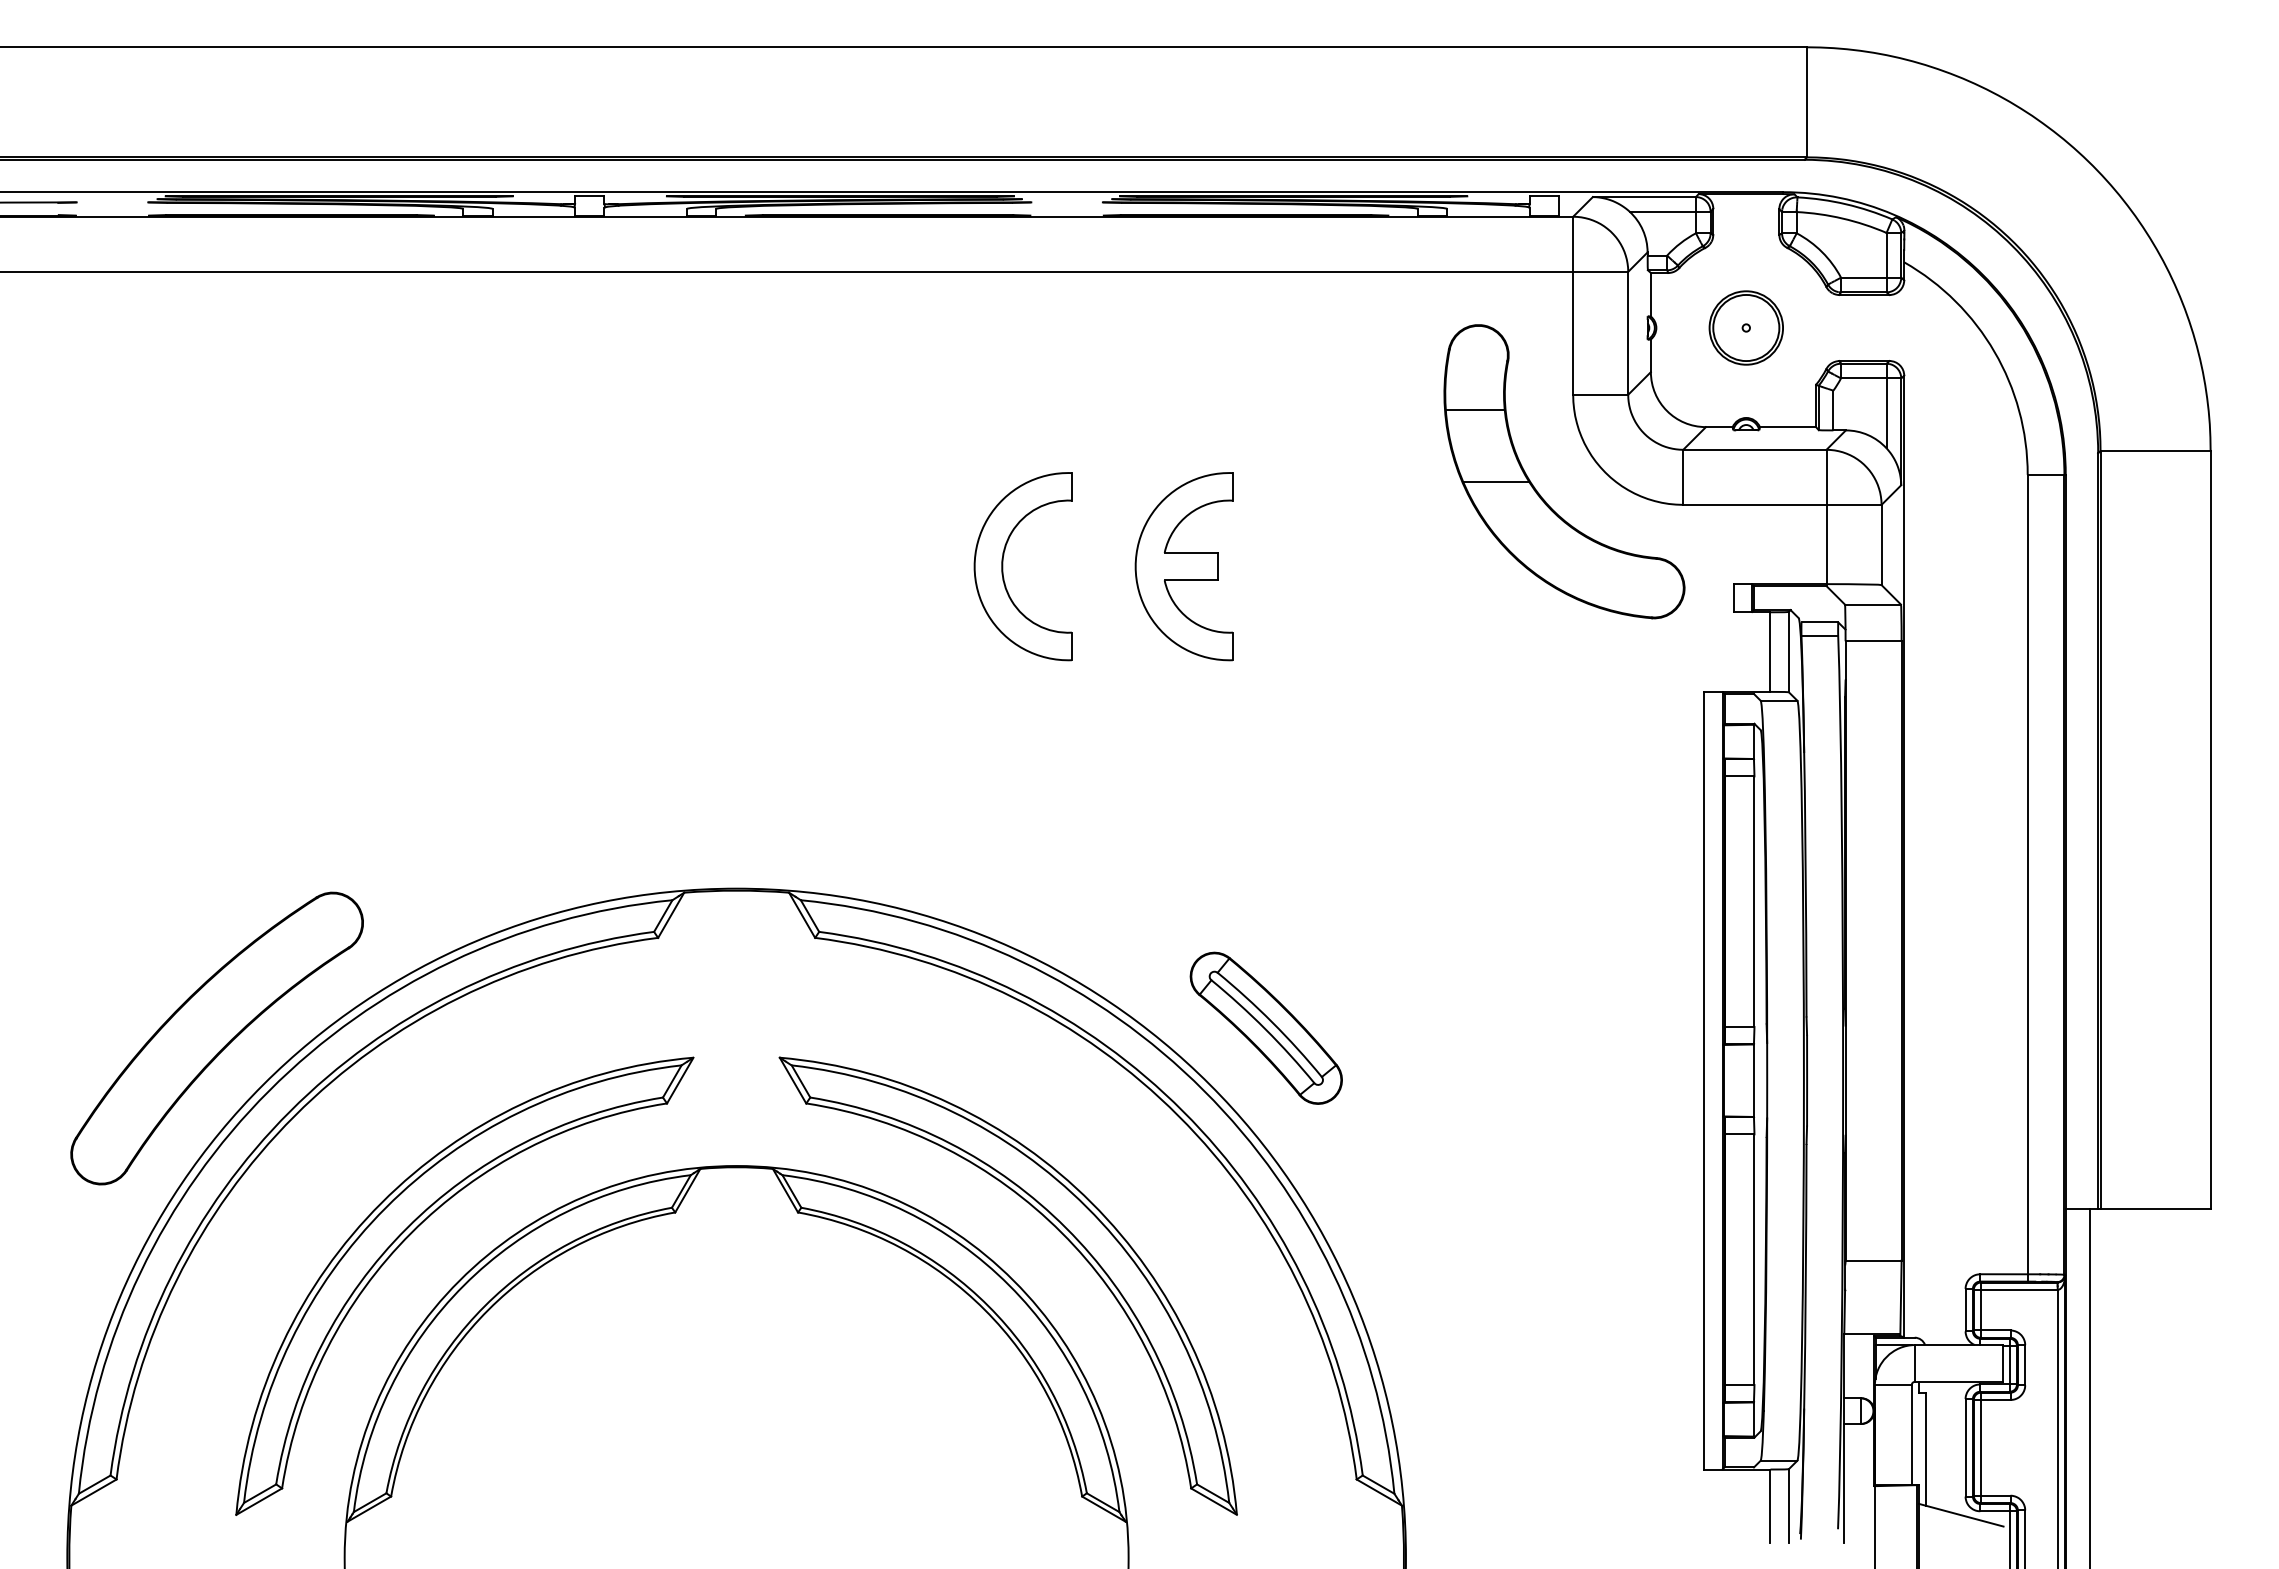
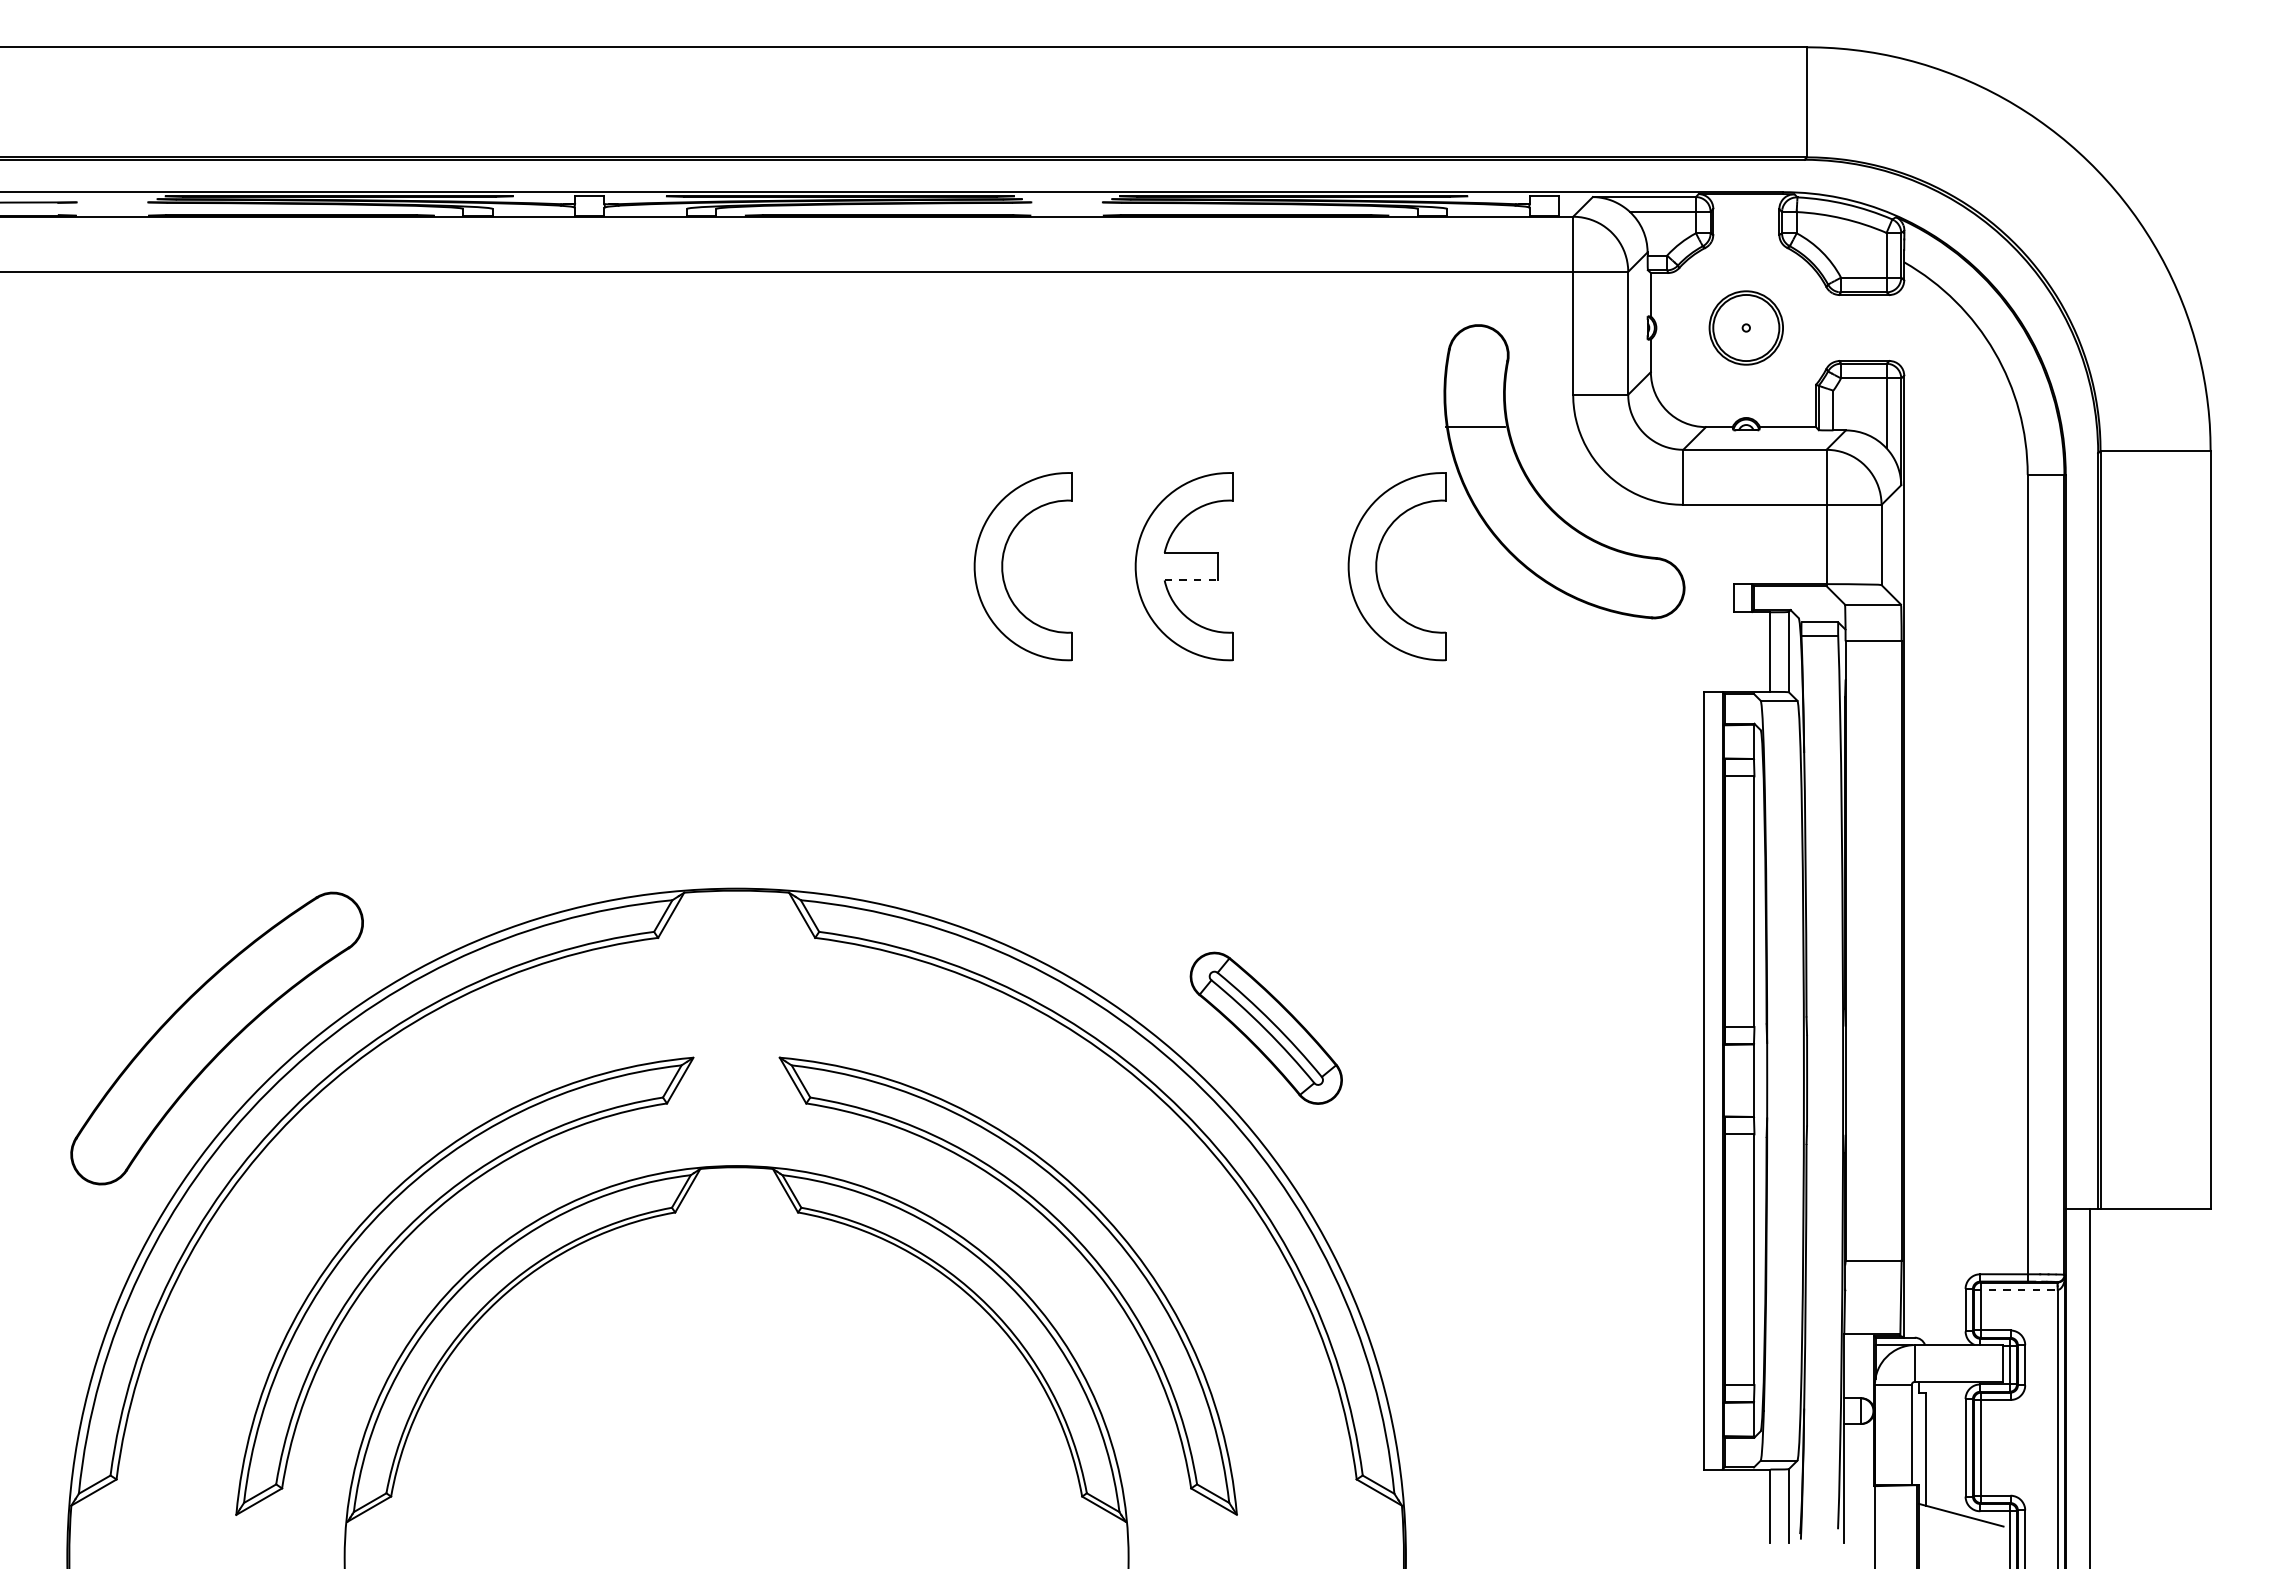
line at (1474, 409) position: (1474, 409) -> (1474, 426)
line at (1496, 481): present -> none
part at (1377, 566): none -> present
line at (1191, 580): solid -> dashed
line at (2015, 1289): solid -> dashed
